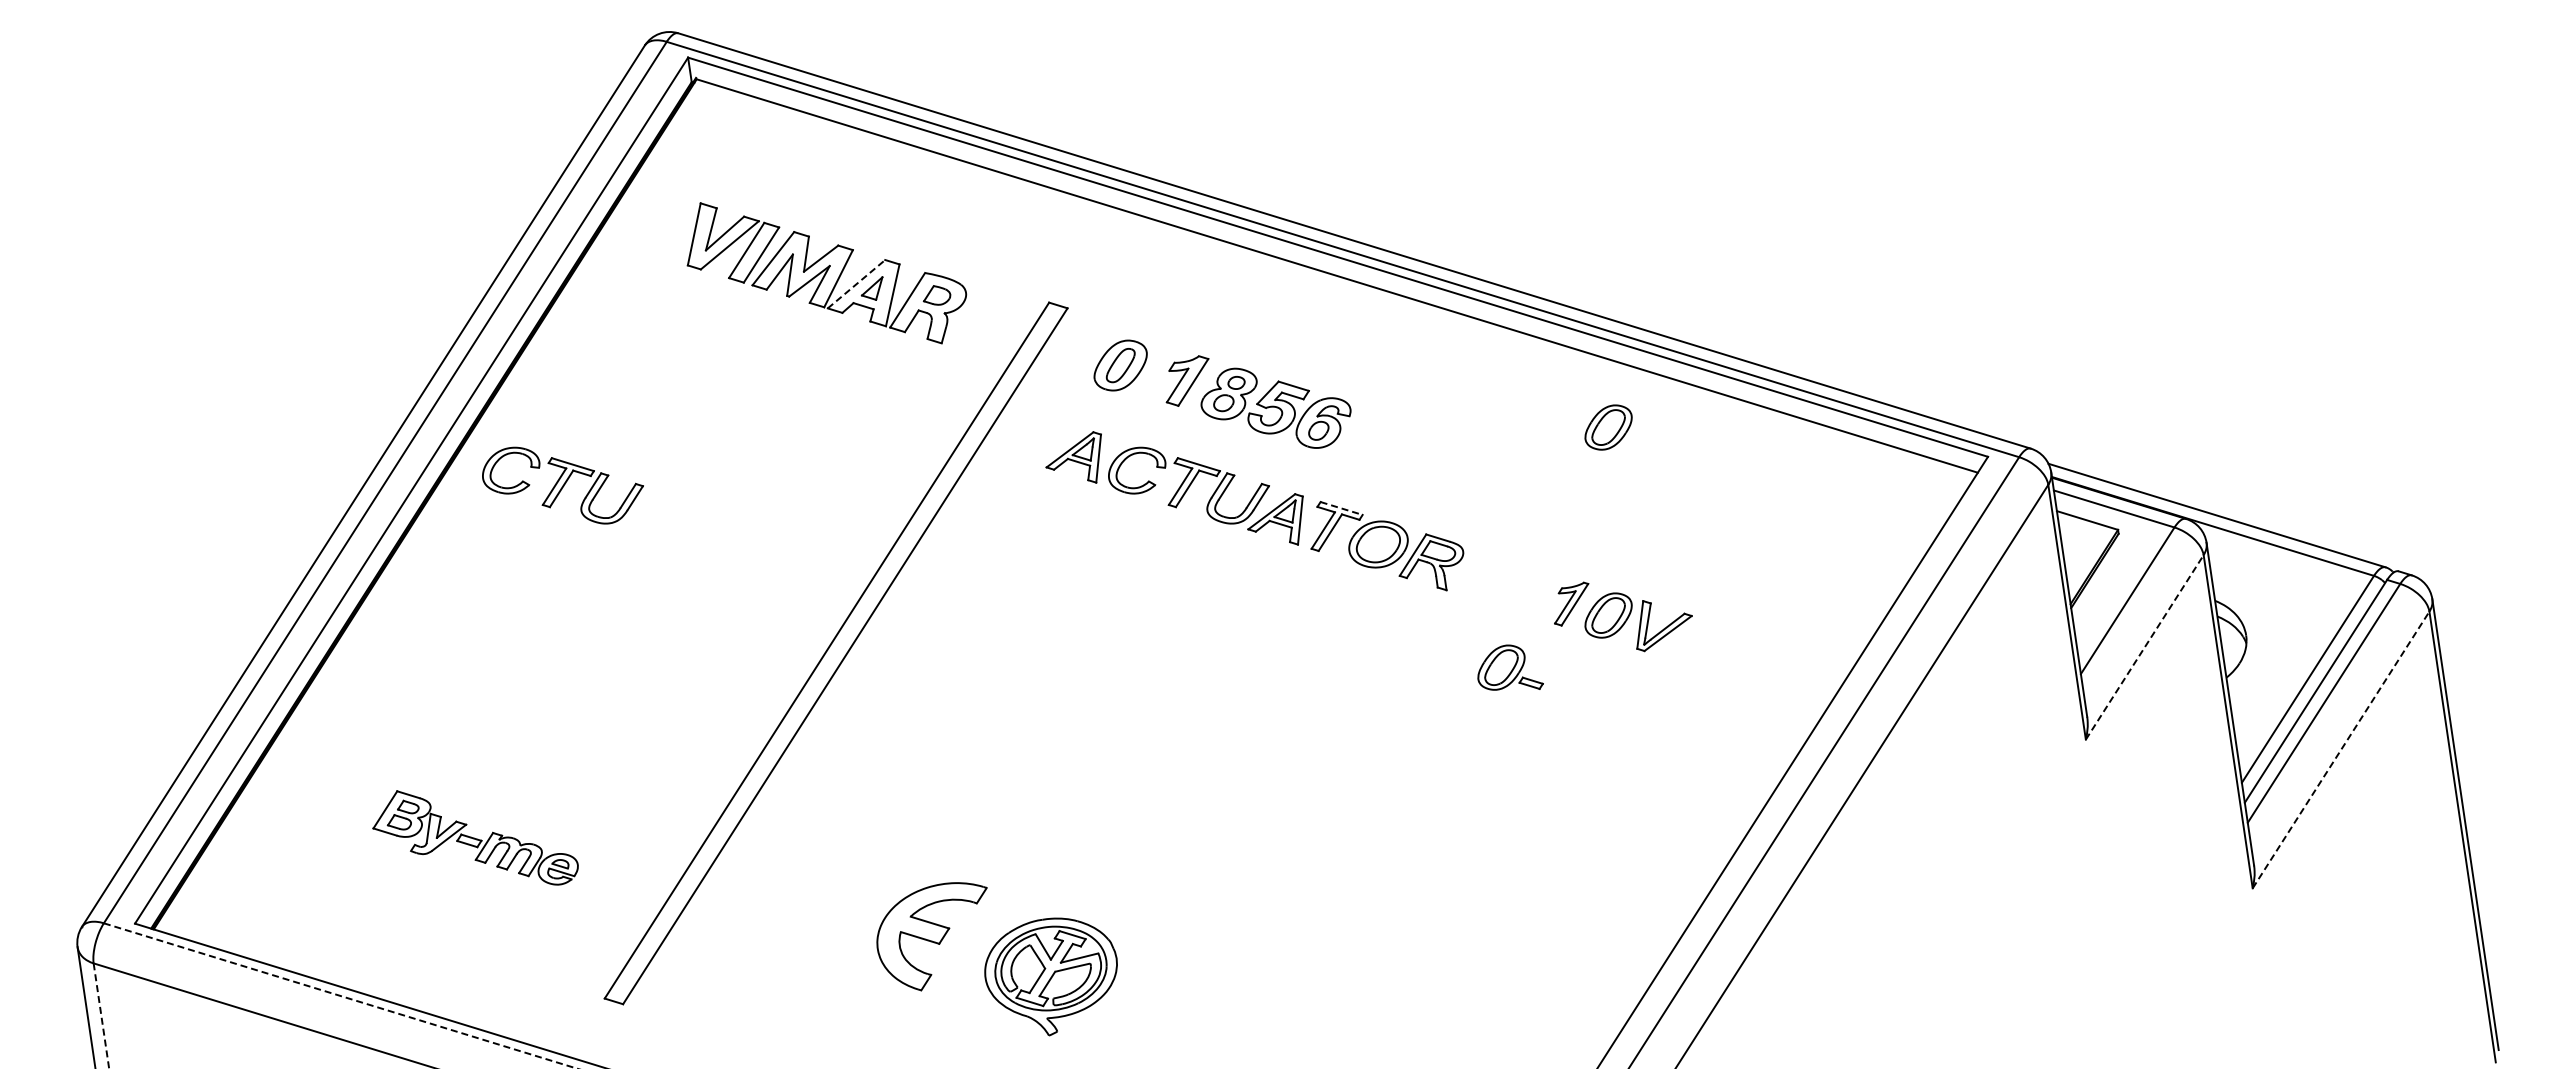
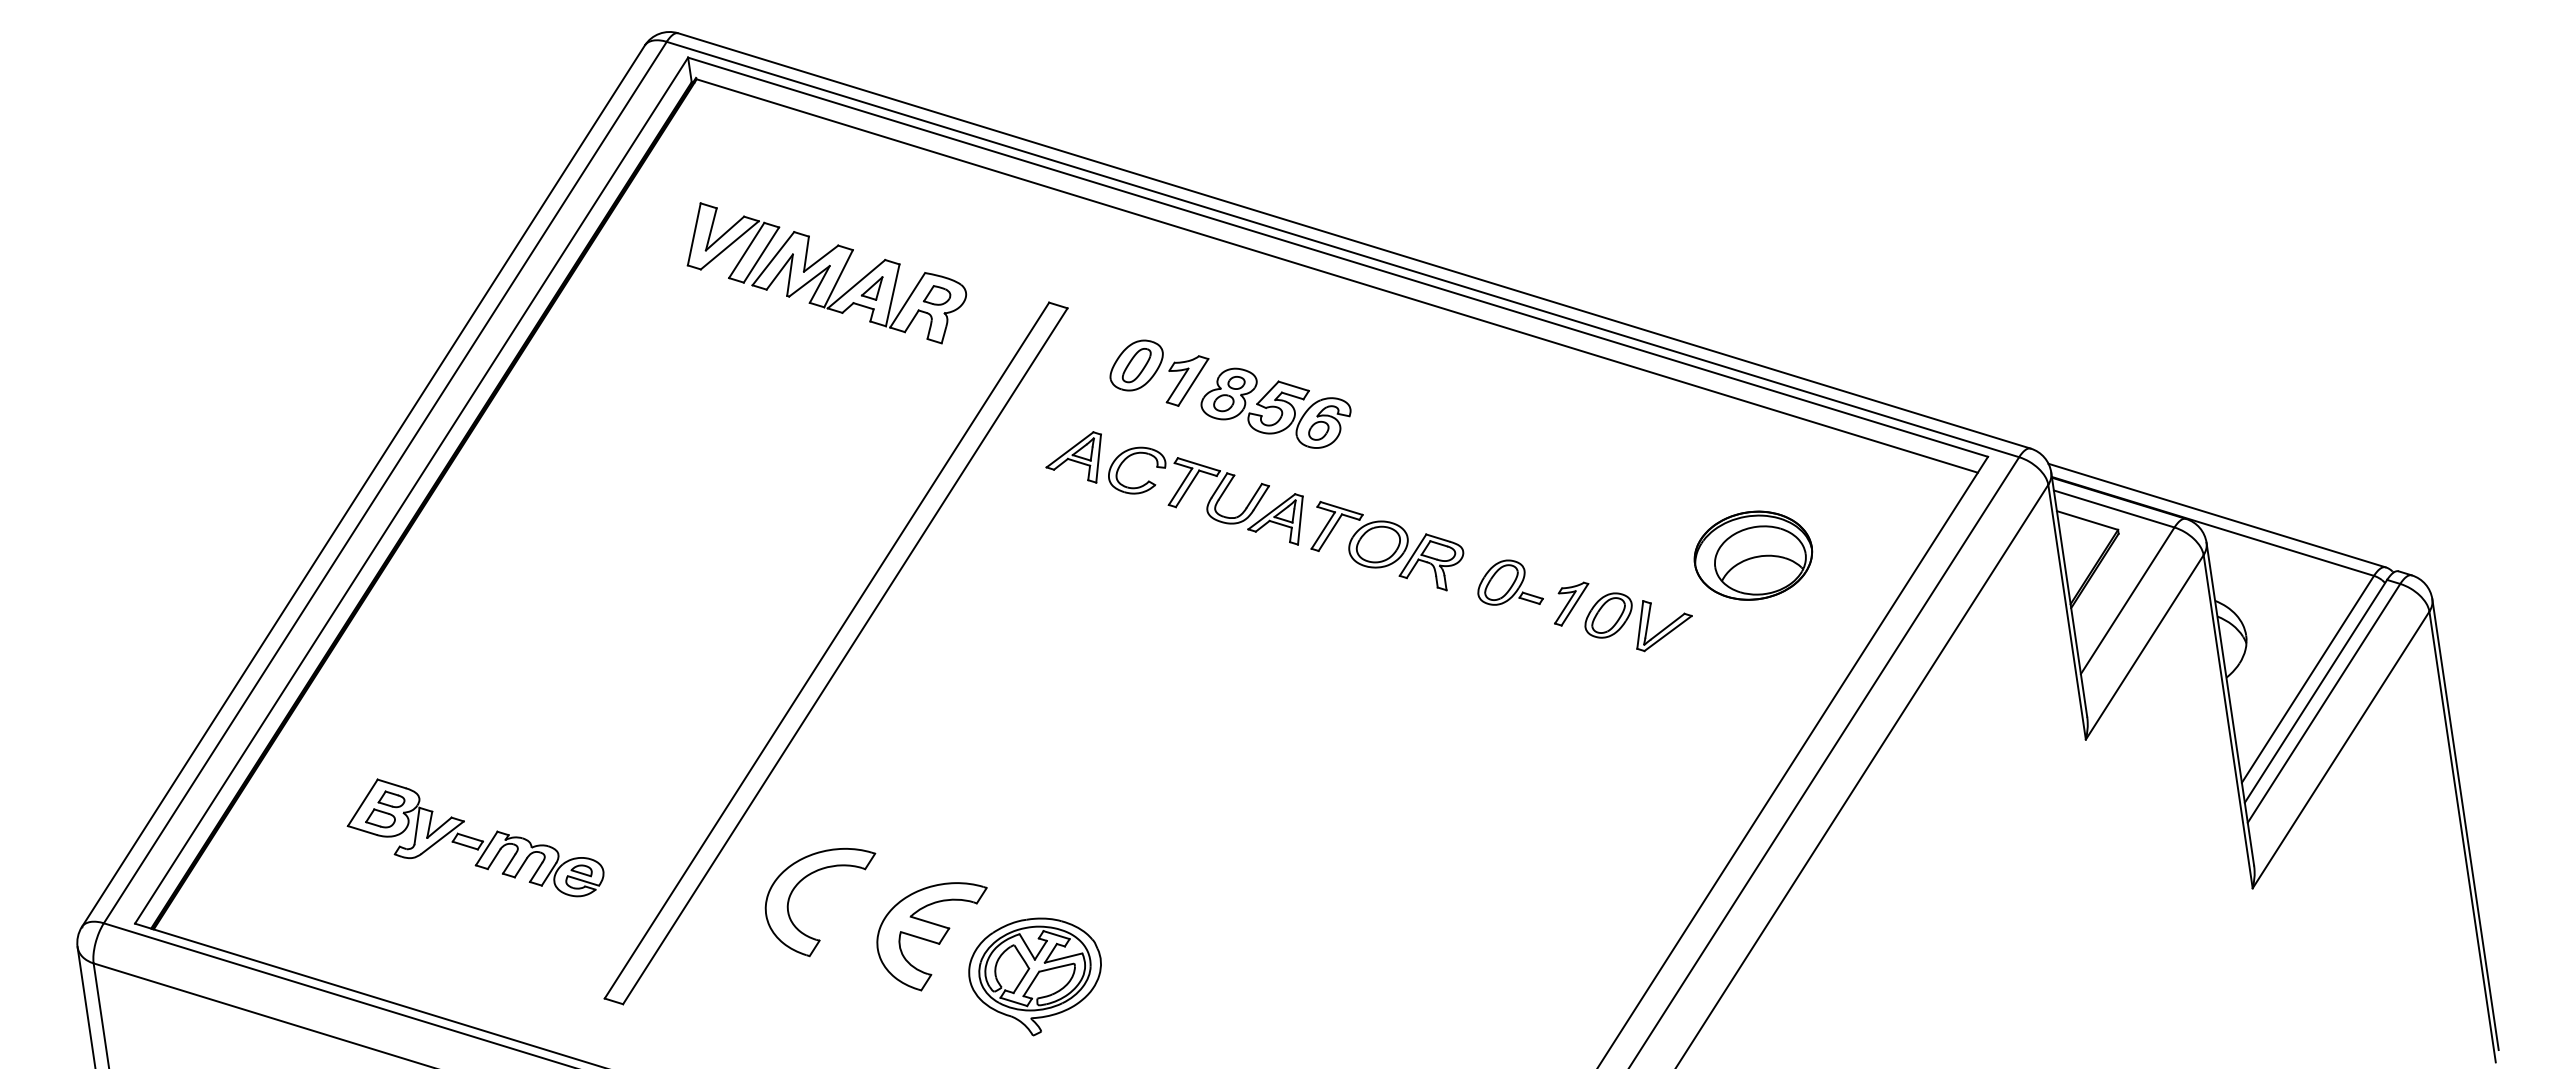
line at (856, 284): dashed -> solid
part at (1120, 365) position: (1120, 365) -> (1136, 365)
part at (1608, 427): present -> none
part at (562, 485): present -> none
line at (1341, 508): dashed -> solid
part at (1753, 555): none -> present
line at (2145, 646): dashed -> solid
part at (1510, 667) position: (1510, 667) -> (1510, 582)
line at (2341, 749): dashed -> solid
part at (475, 837) size: 207x96 px -> 259x120 px
part at (800, 882): none -> present
part at (1050, 976) position: (1050, 976) -> (1034, 976)
line at (340, 996): dashed -> solid
line at (101, 1015): dashed -> solid
